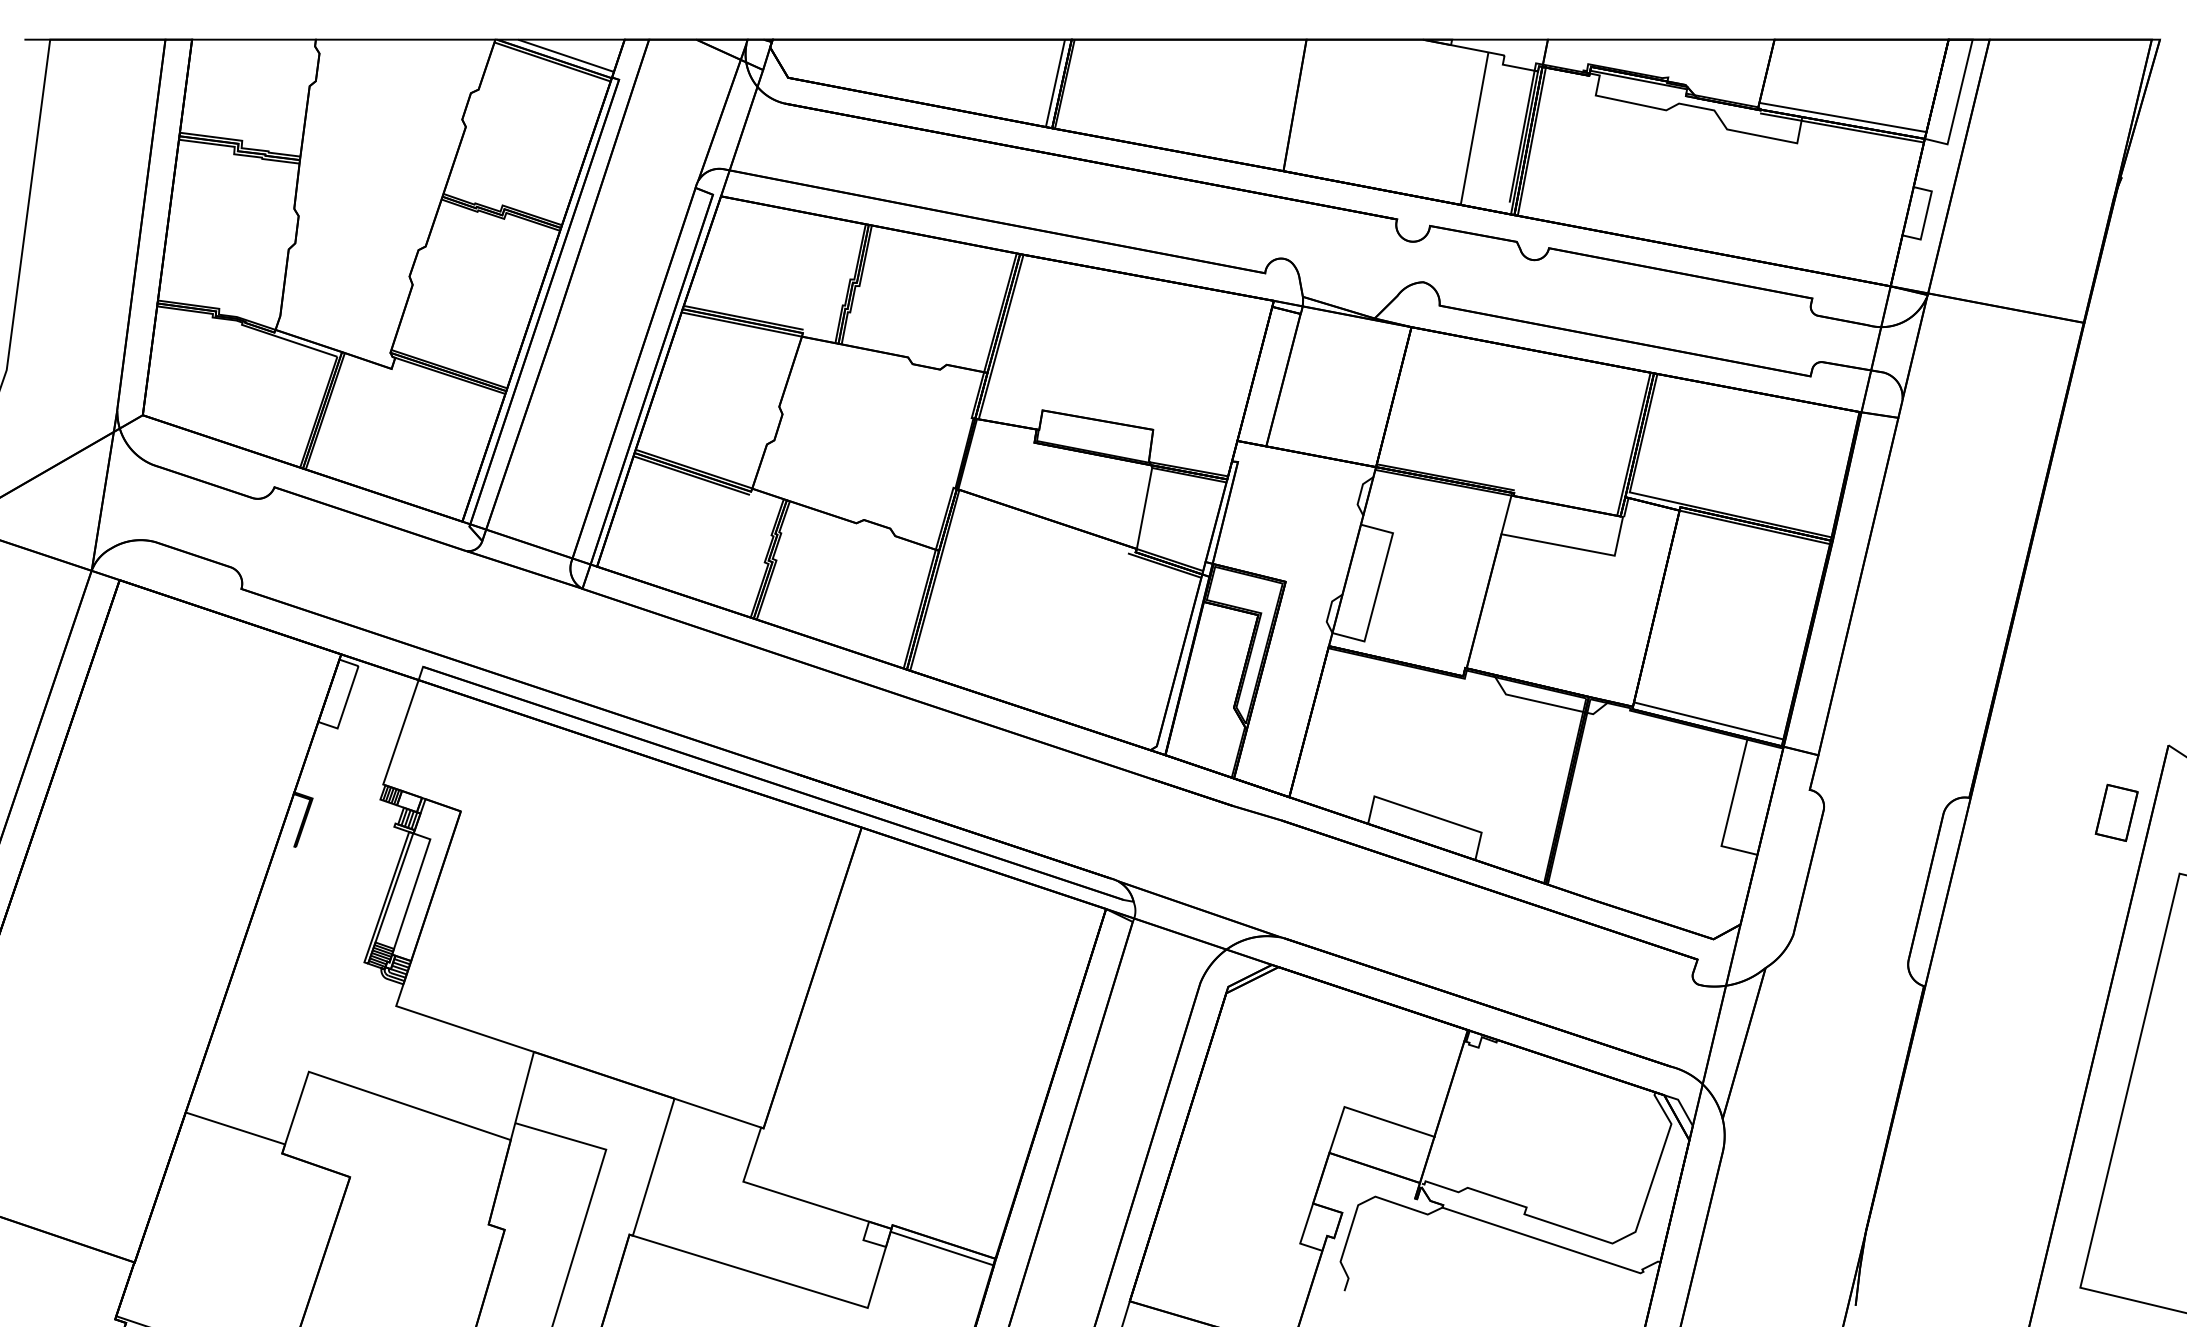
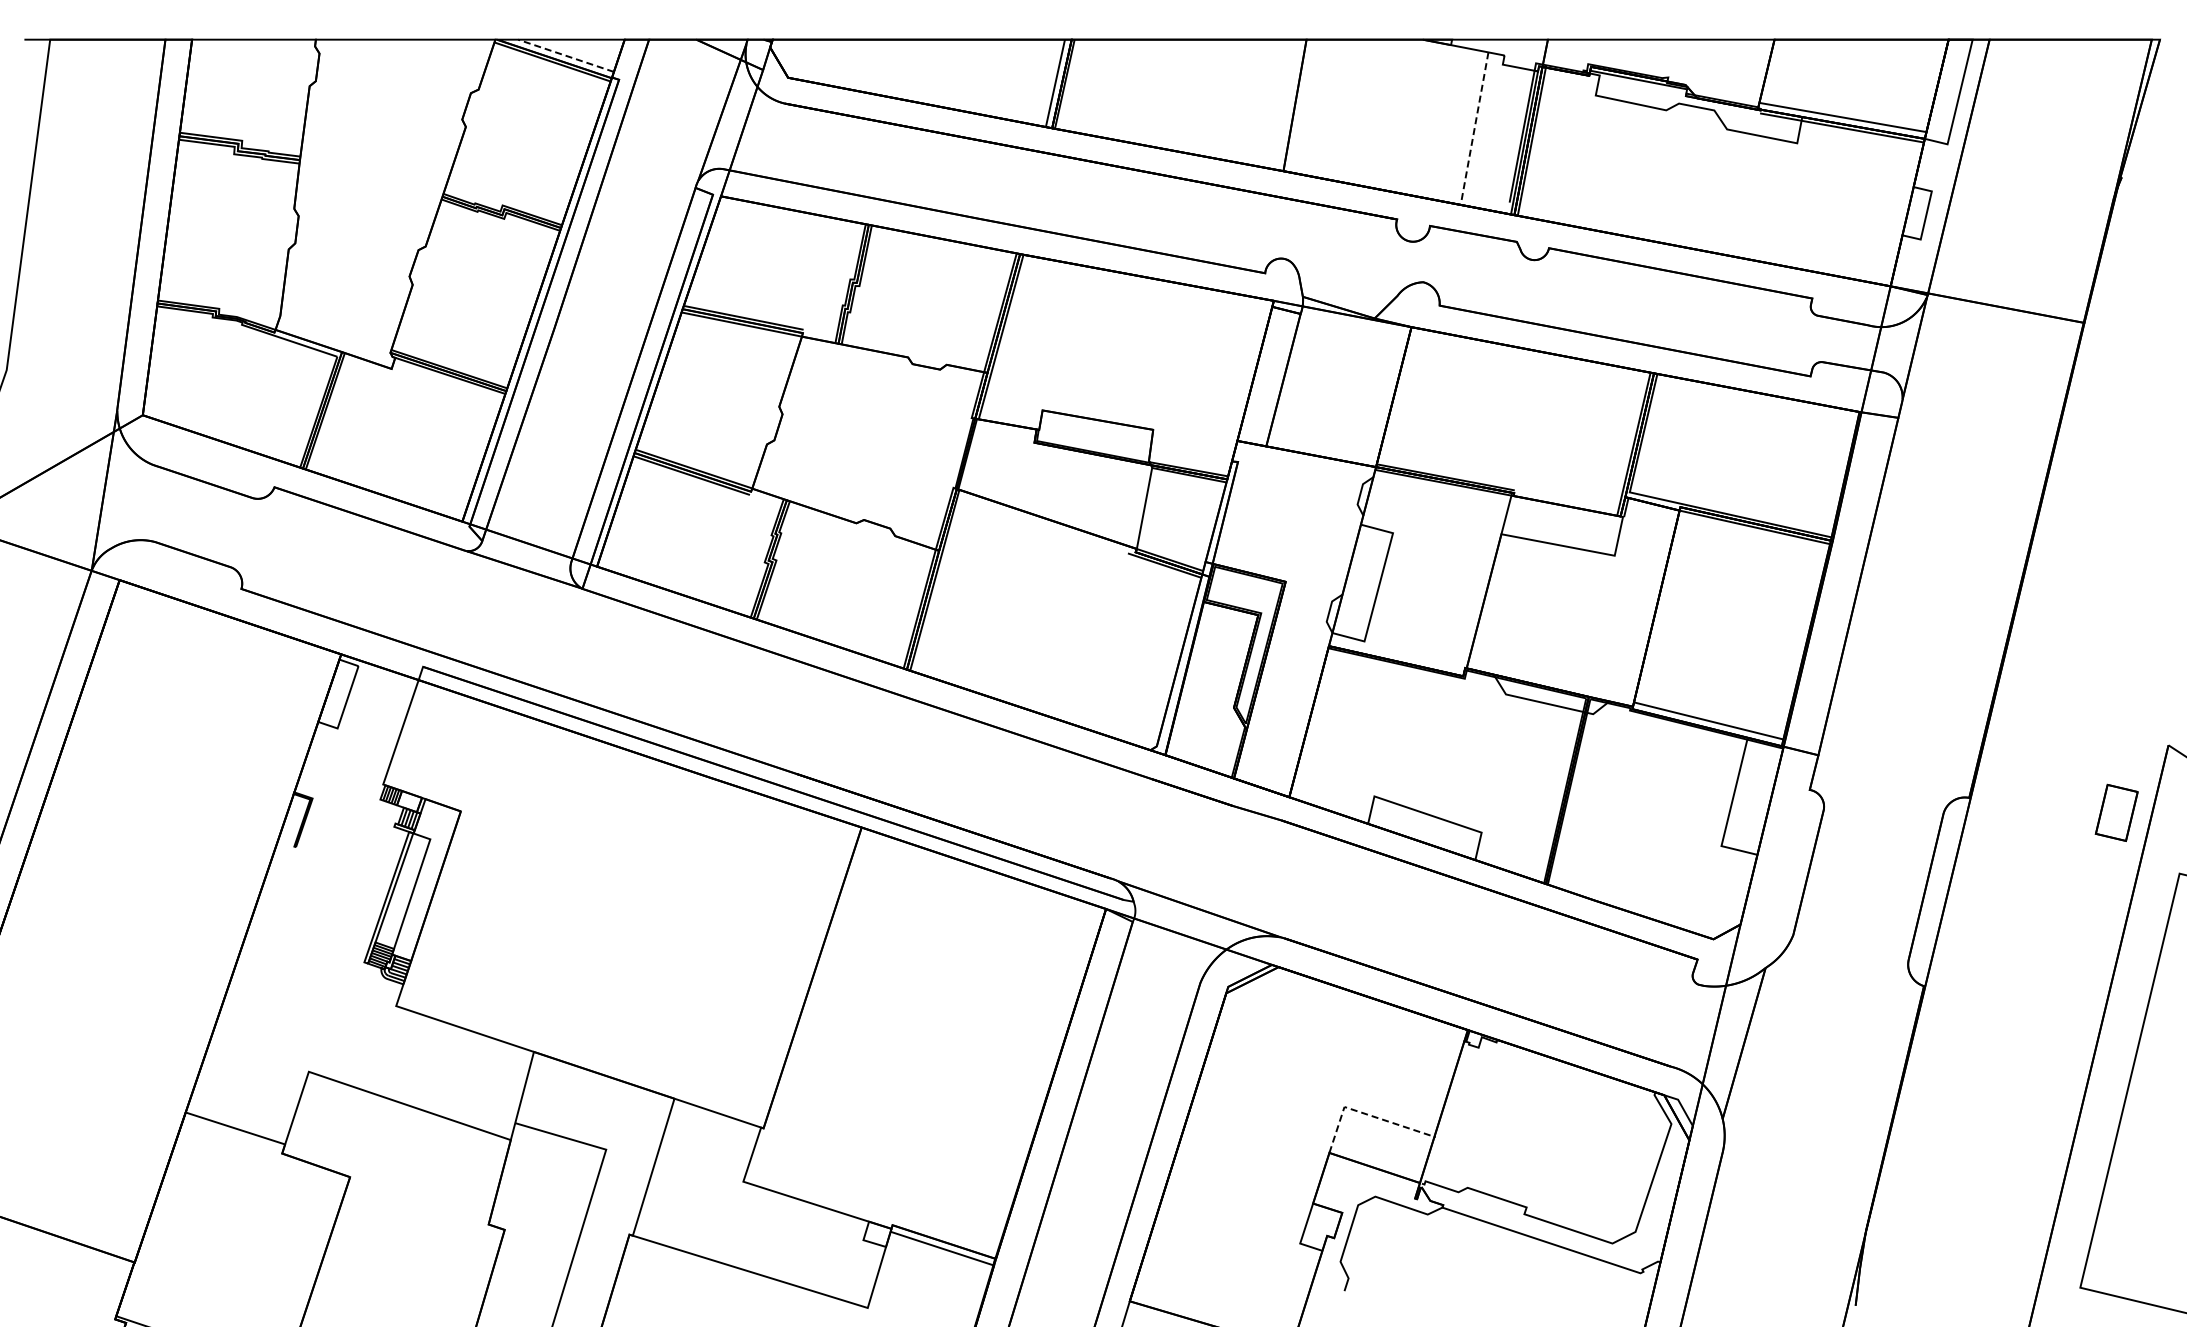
line at (566, 55): solid -> dashed
line at (1474, 128): solid -> dashed
line at (1367, 1114): solid -> dashed
